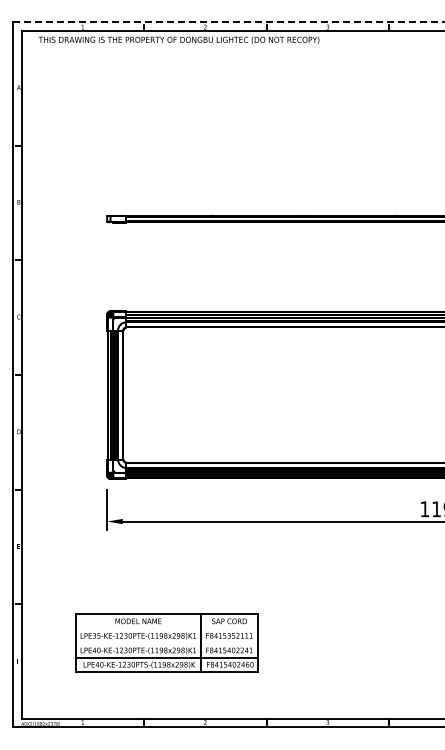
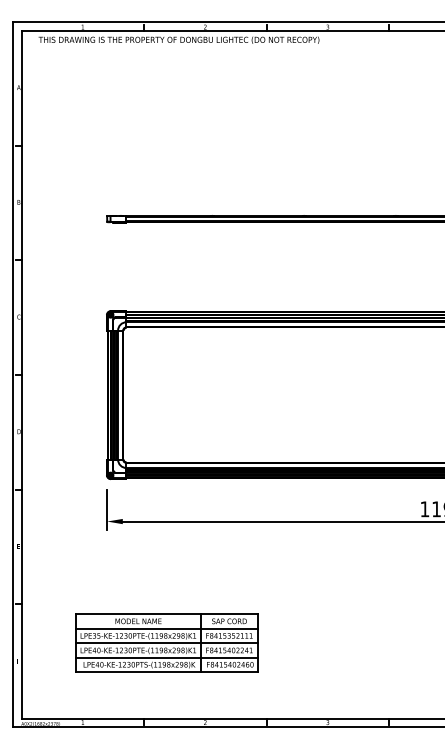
line at (228, 22): dashed -> solid
line at (166, 628): none -> present
line at (166, 643): none -> present
